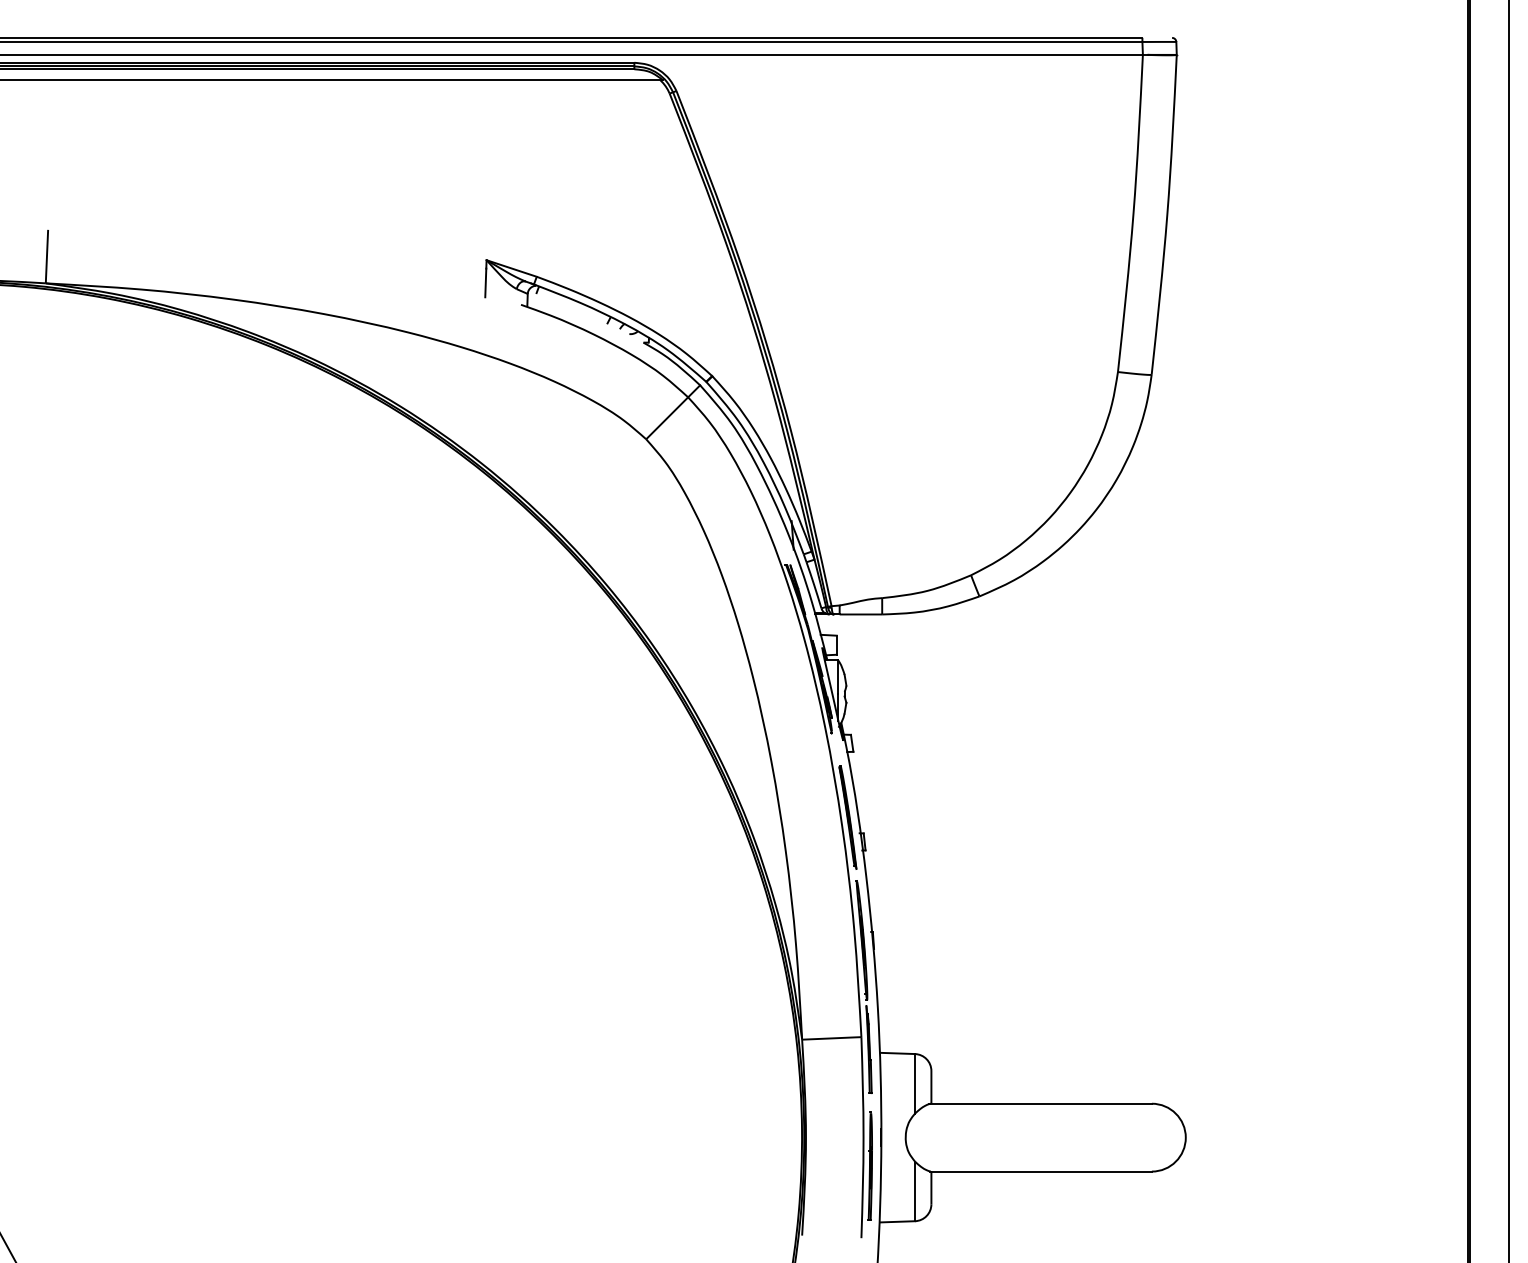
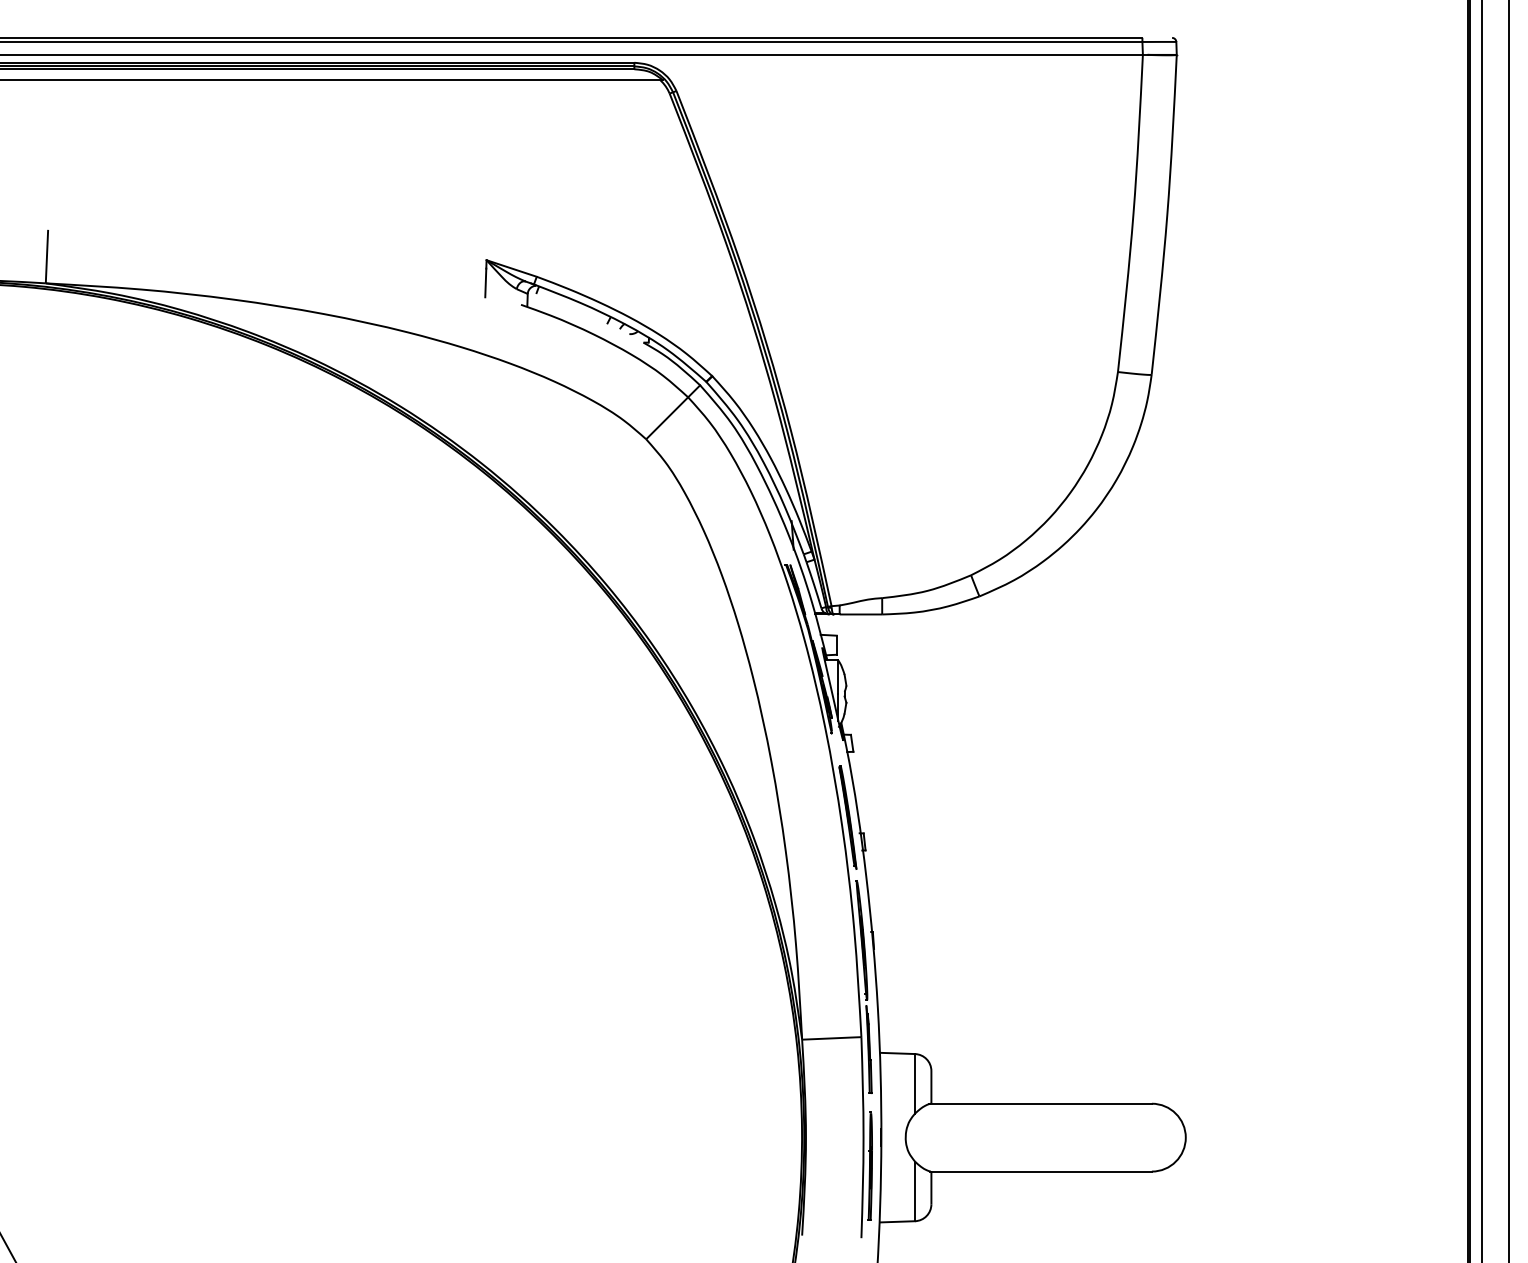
line at (1482, 630): none -> present
